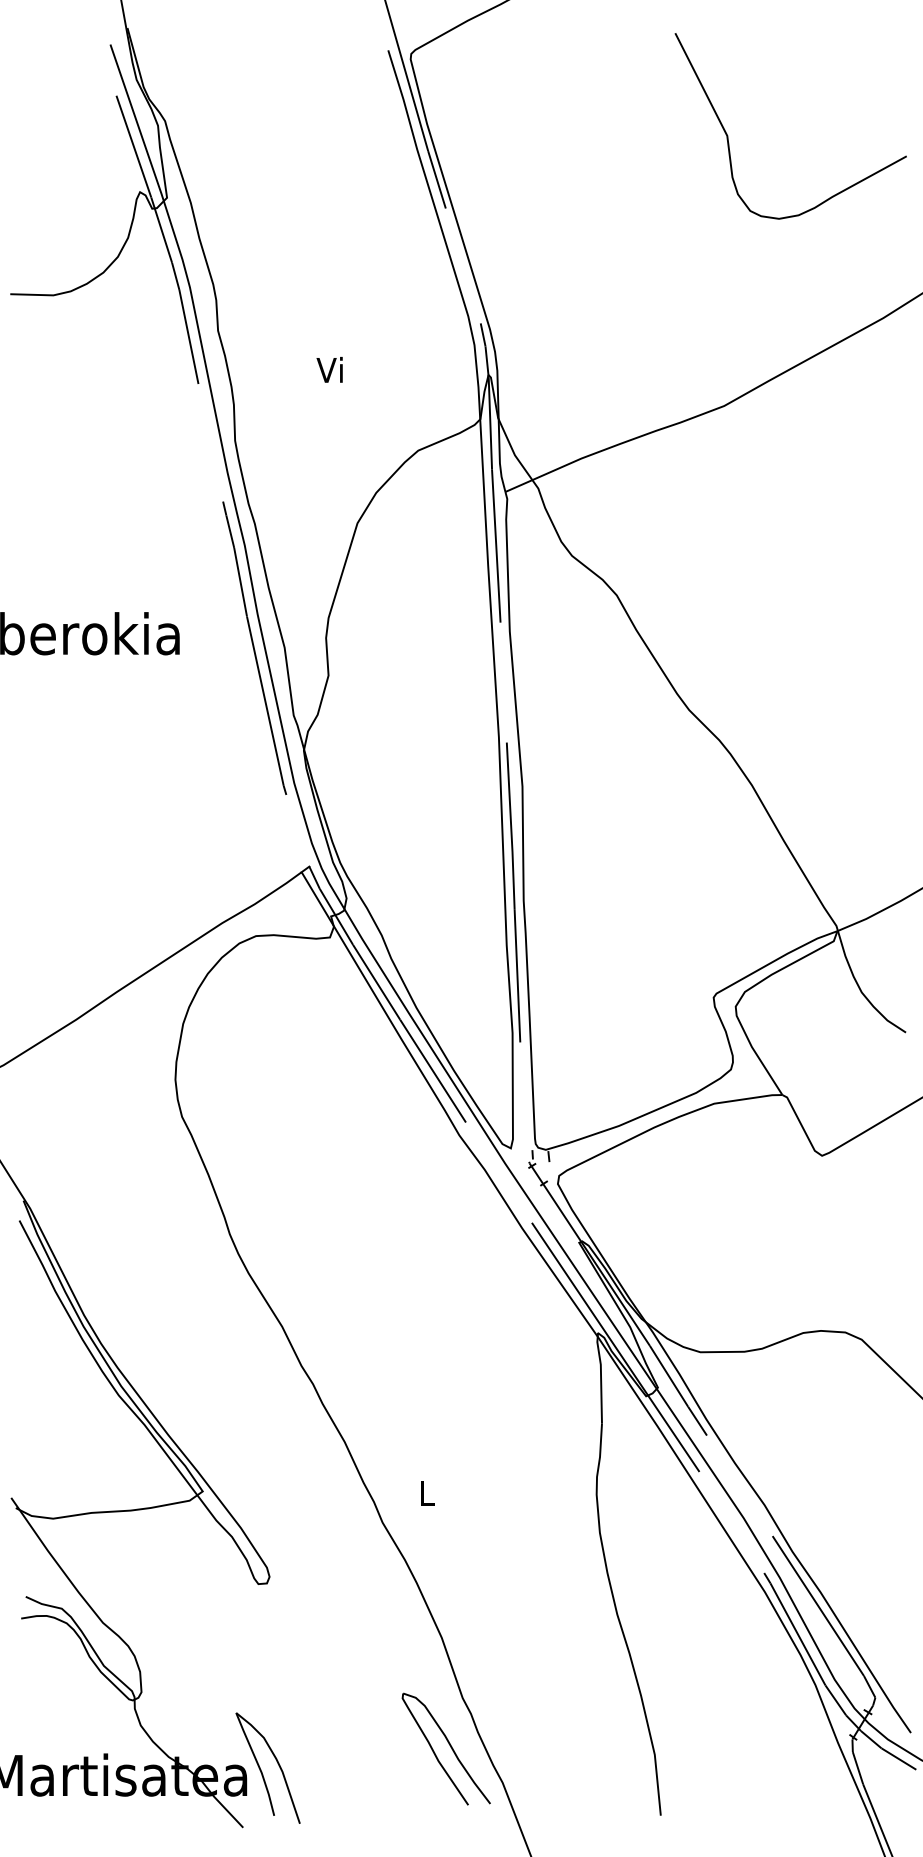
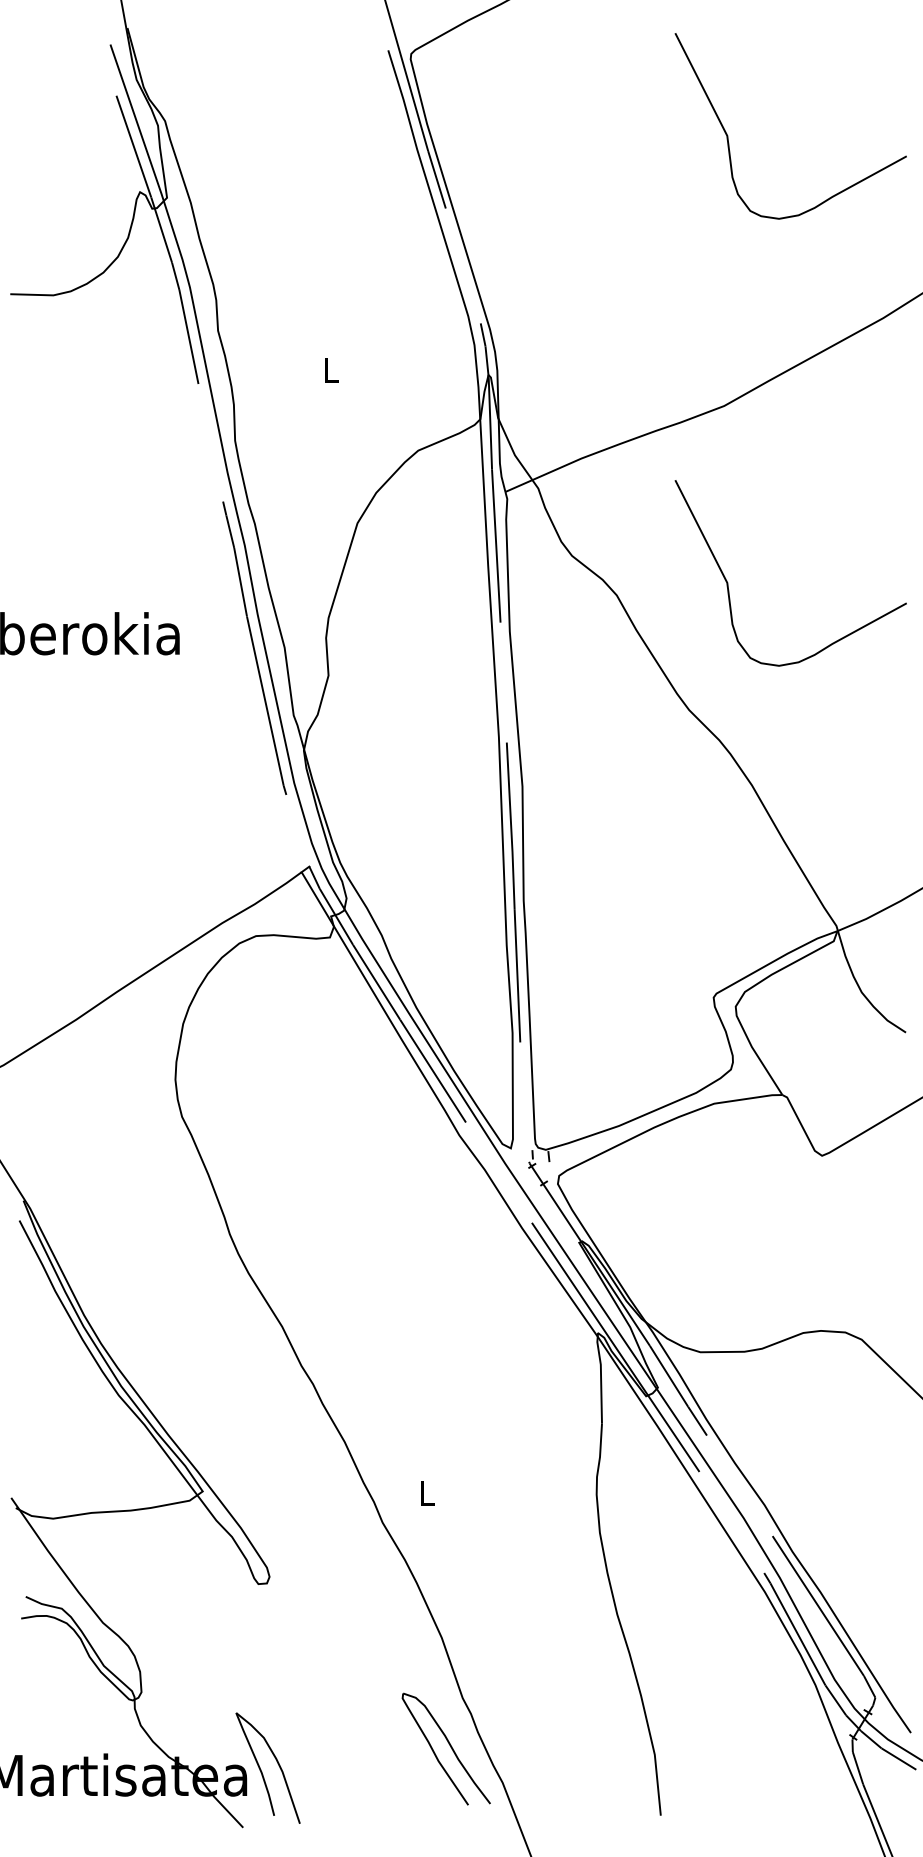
text at (329, 369): Vi -> L
curve at (728, 582): none -> present
